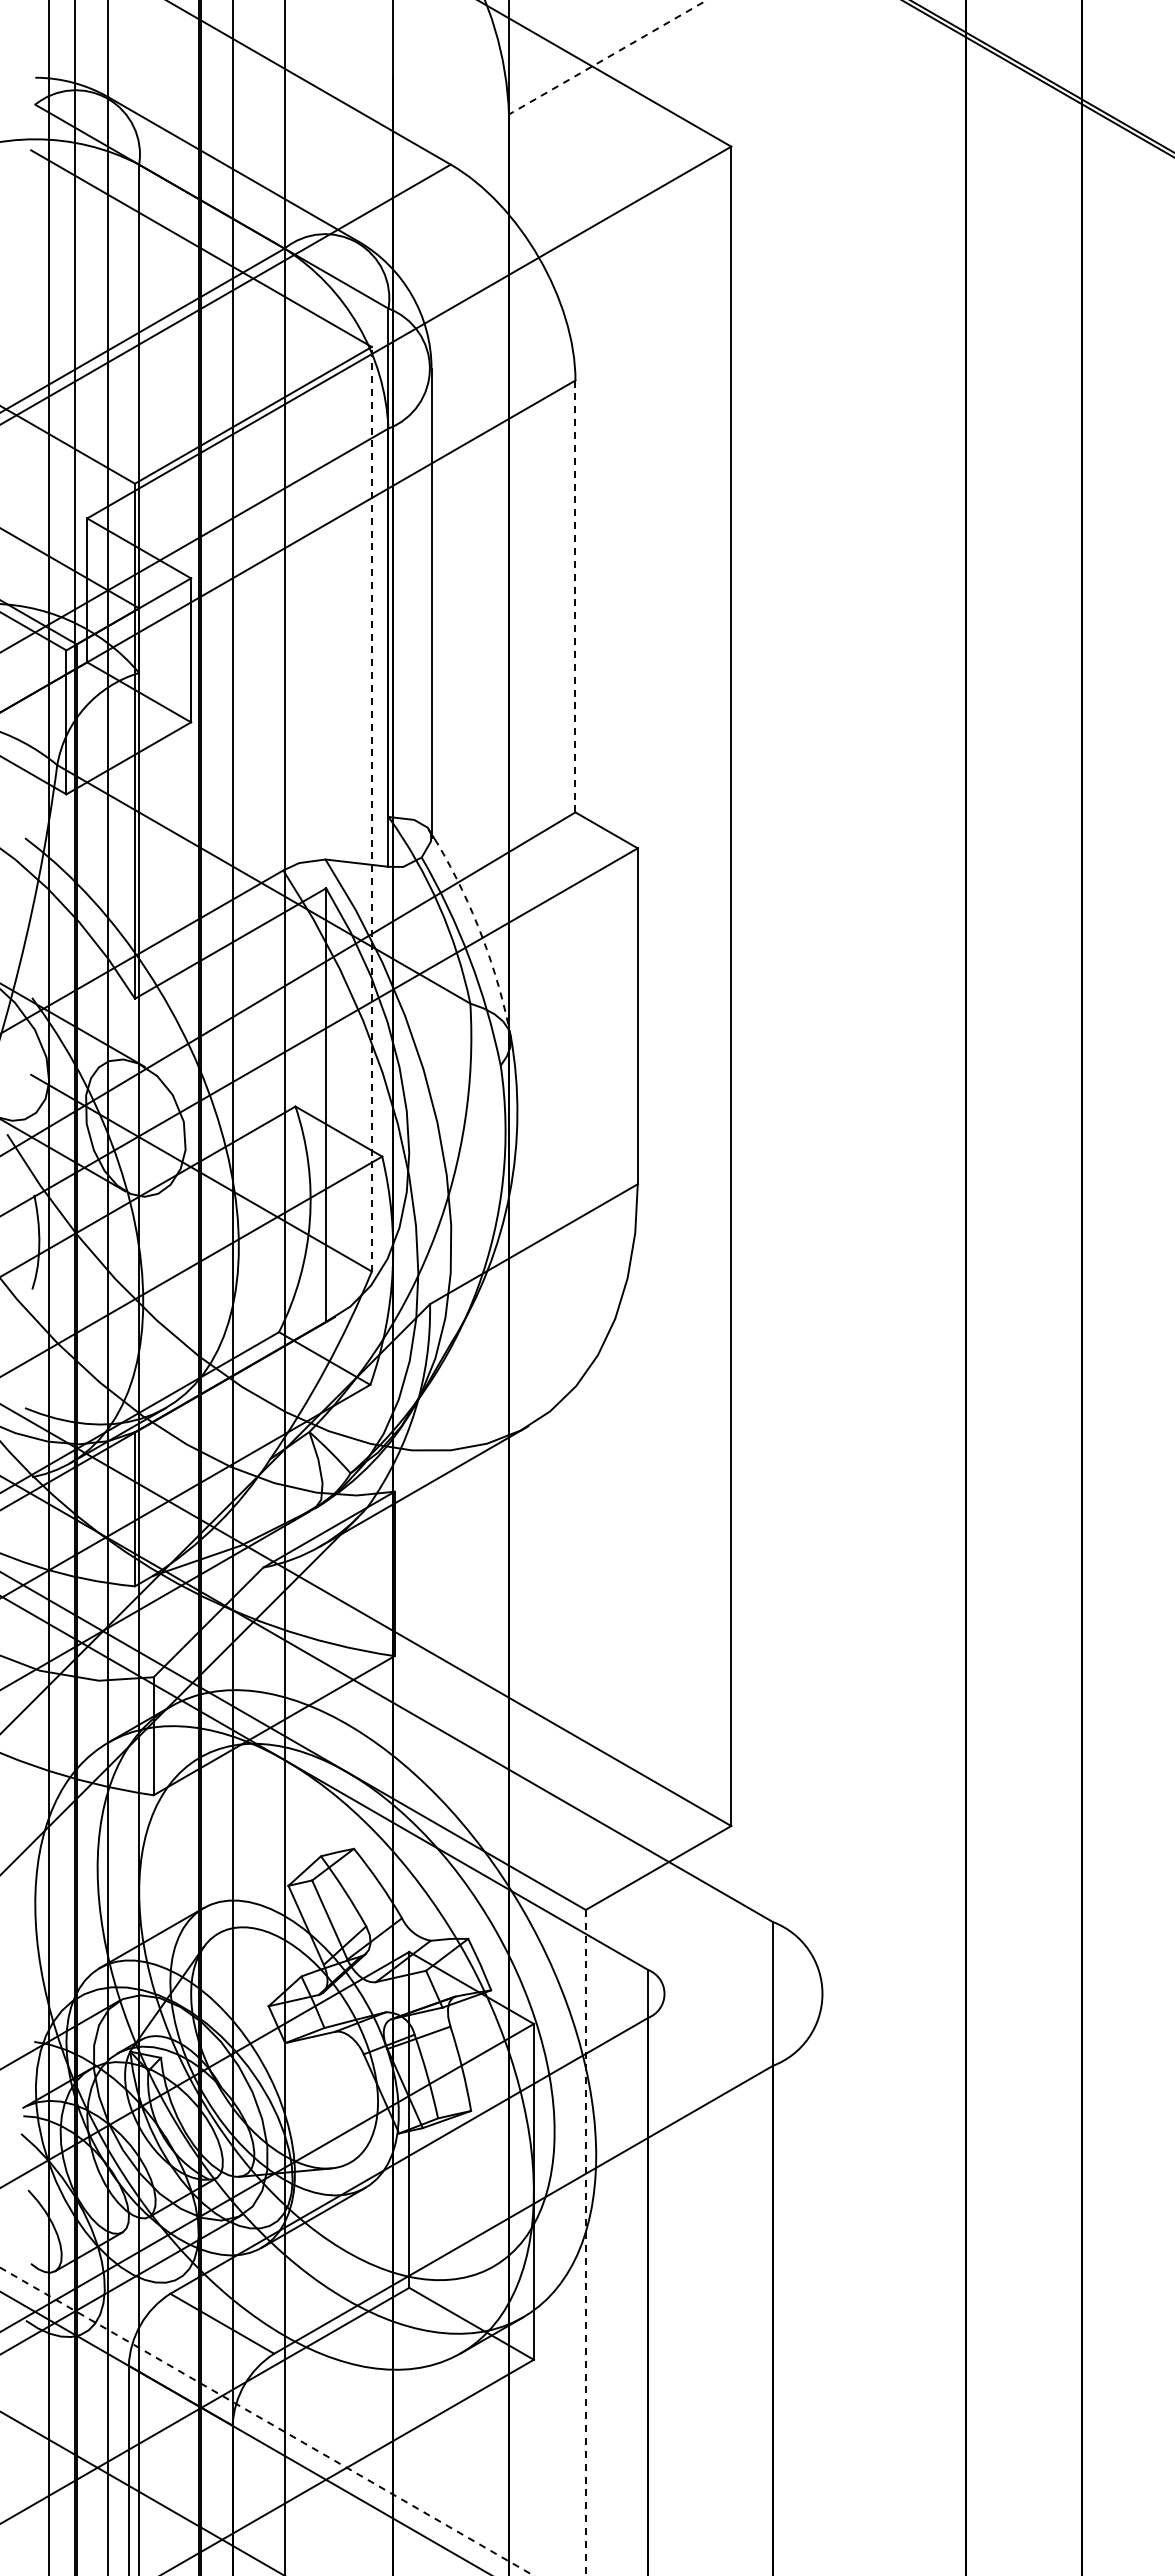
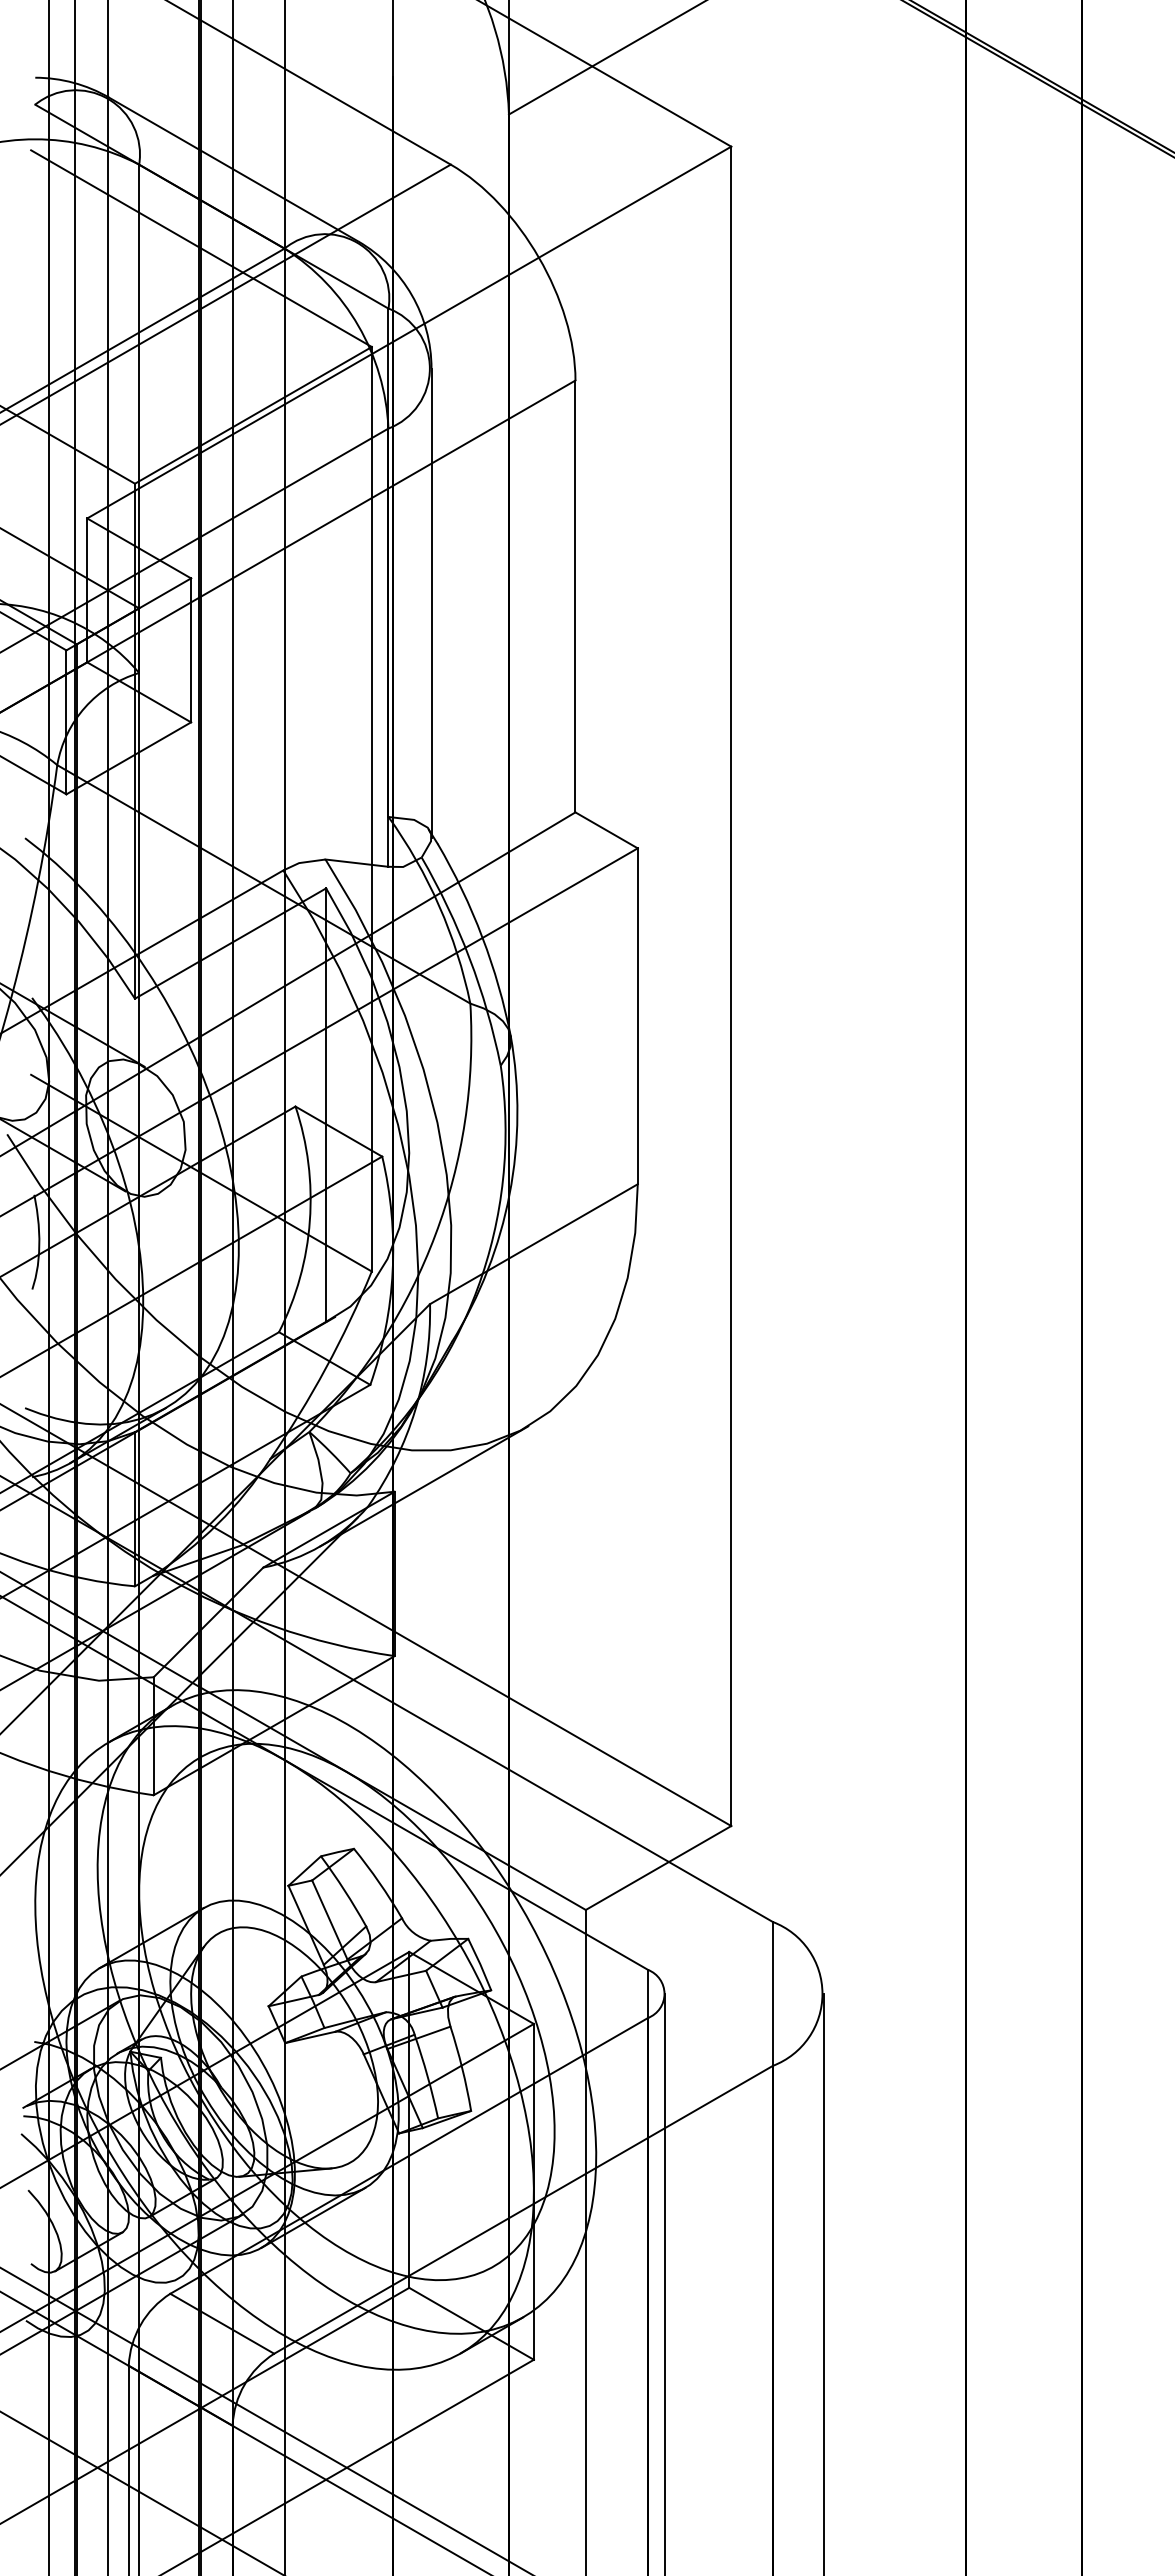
line at (607, 57): dashed -> solid
line at (575, 596): dashed -> solid
line at (371, 808): dashed -> solid
arc at (482, 937): dashed -> solid
line at (585, 2242): dashed -> solid
line at (665, 2282): none -> present
line at (824, 2282): none -> present
line at (267, 2421): dashed -> solid
